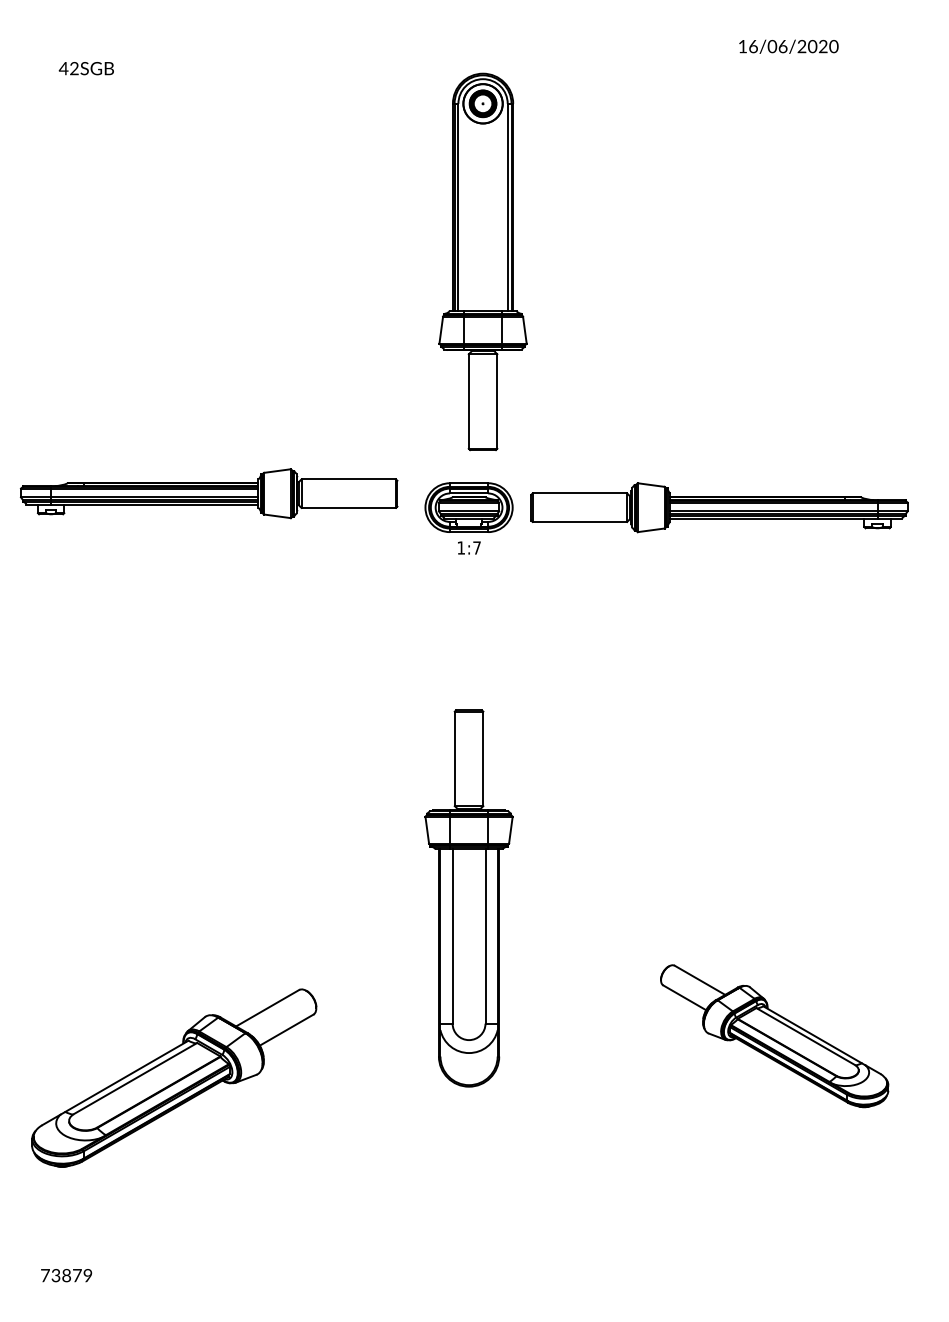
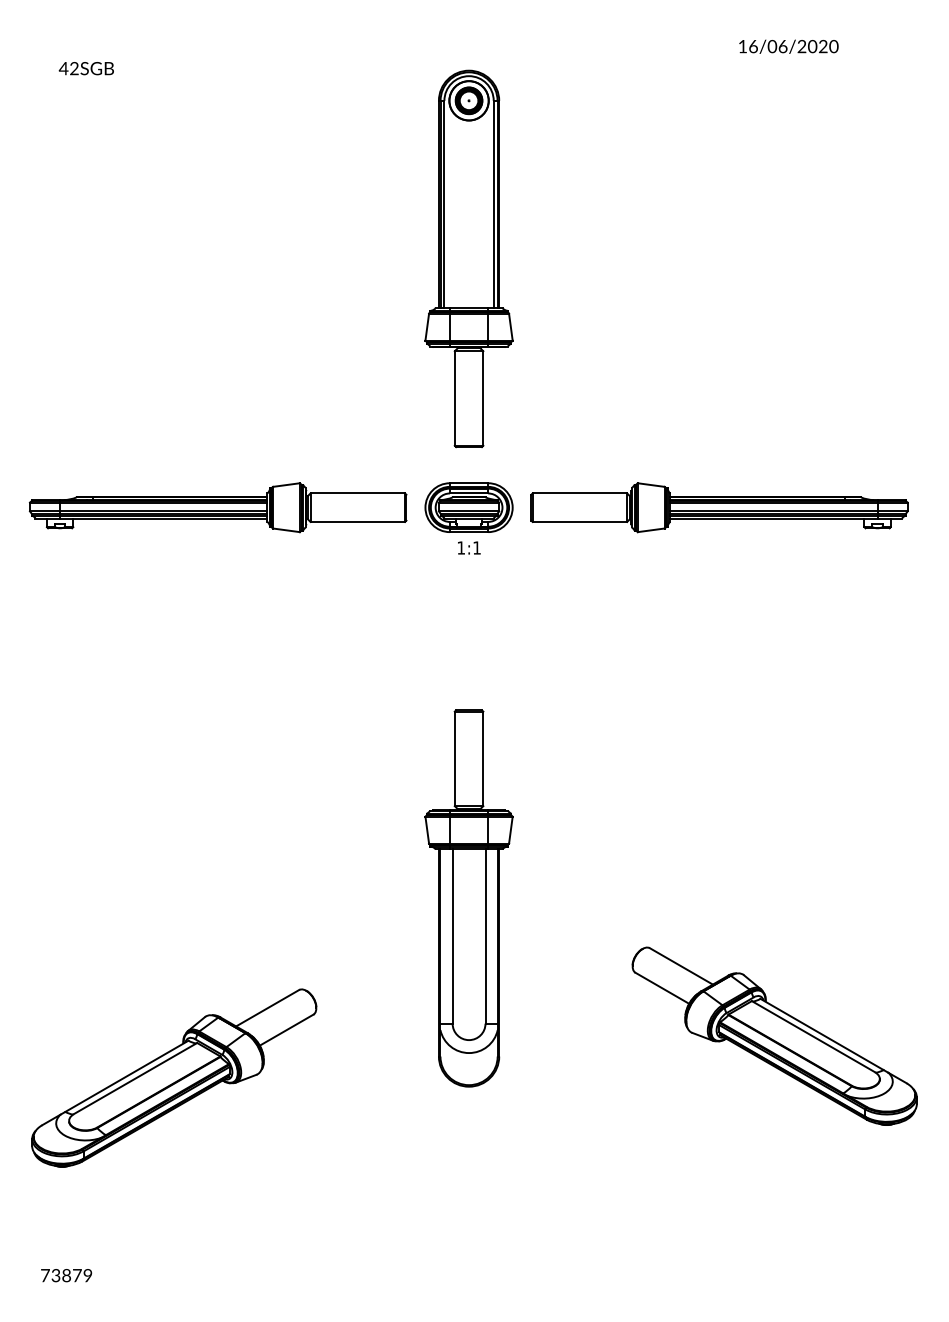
part at (482, 261) position: (482, 261) -> (468, 258)
part at (208, 493) position: (208, 493) -> (217, 507)
text at (476, 547): 1:7 -> 1:1
part at (774, 1036) size: 230x145 px -> 287x180 px
